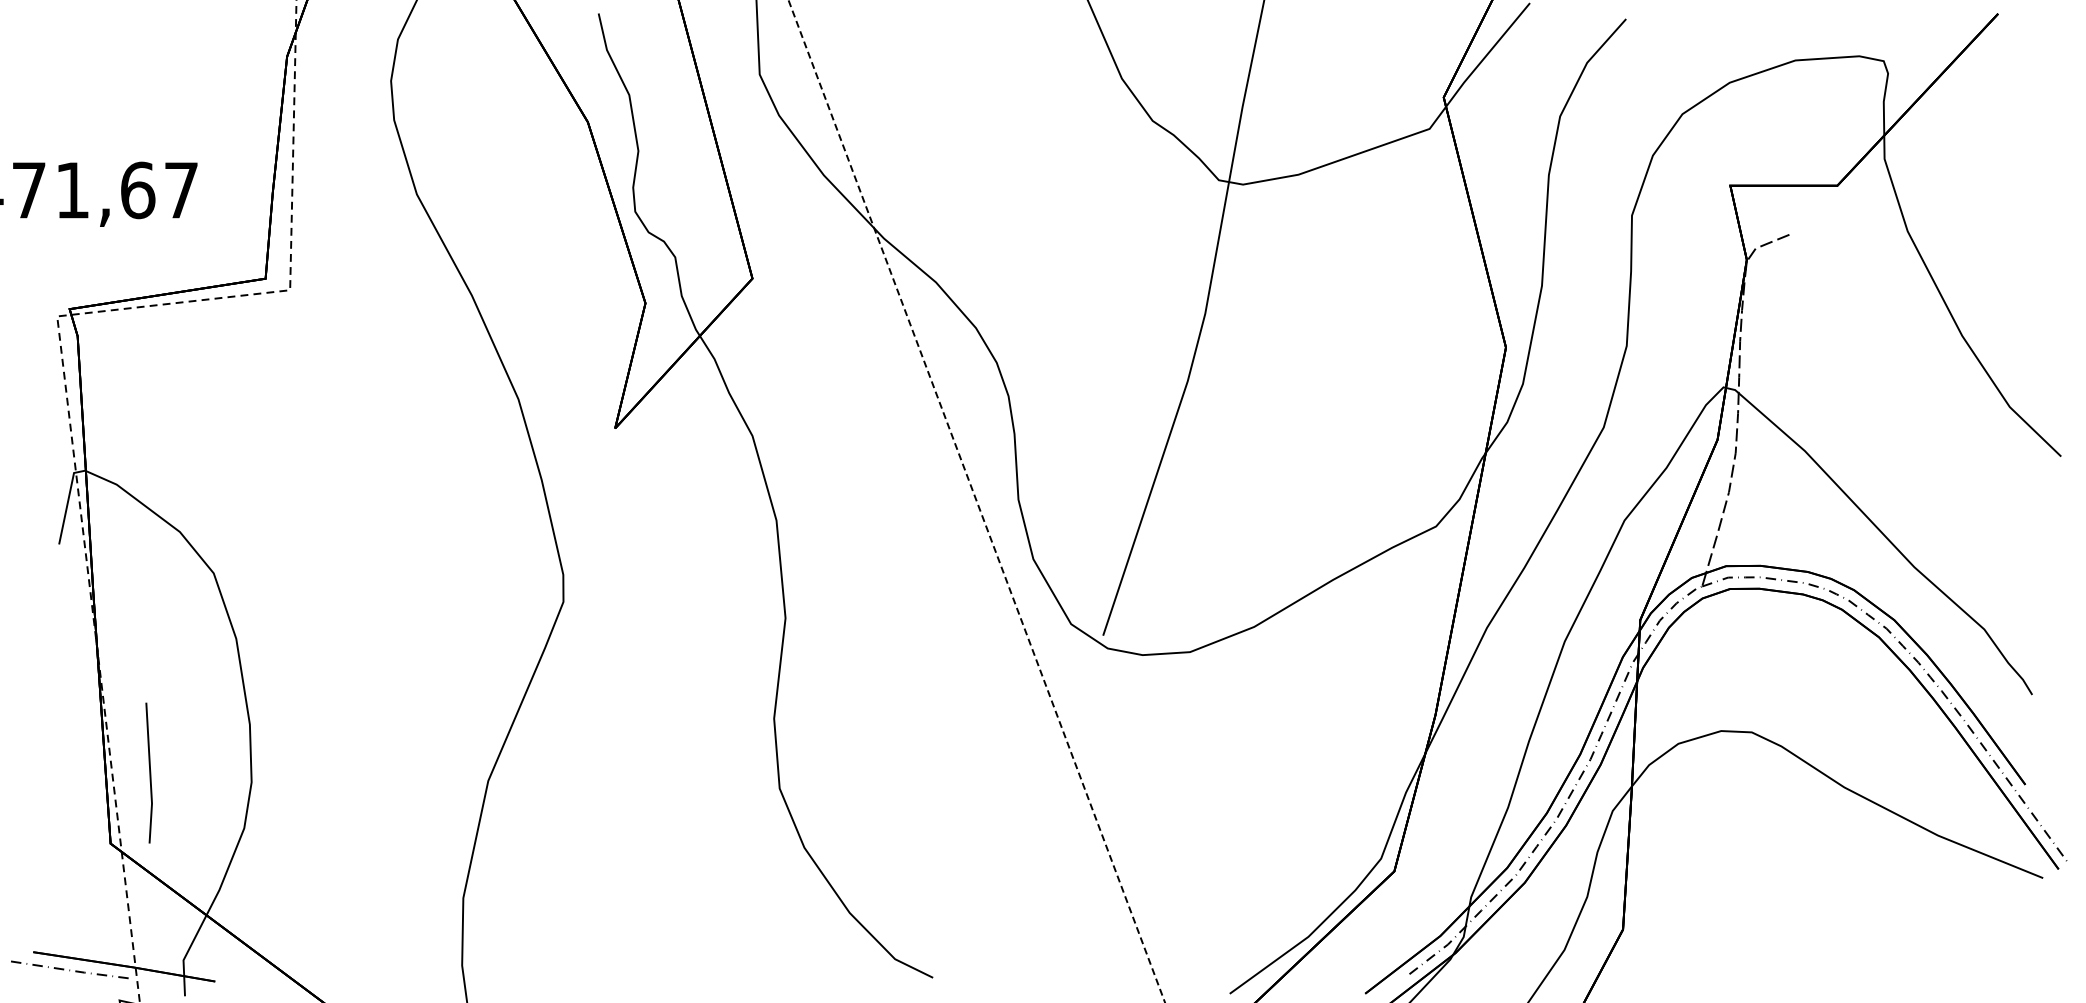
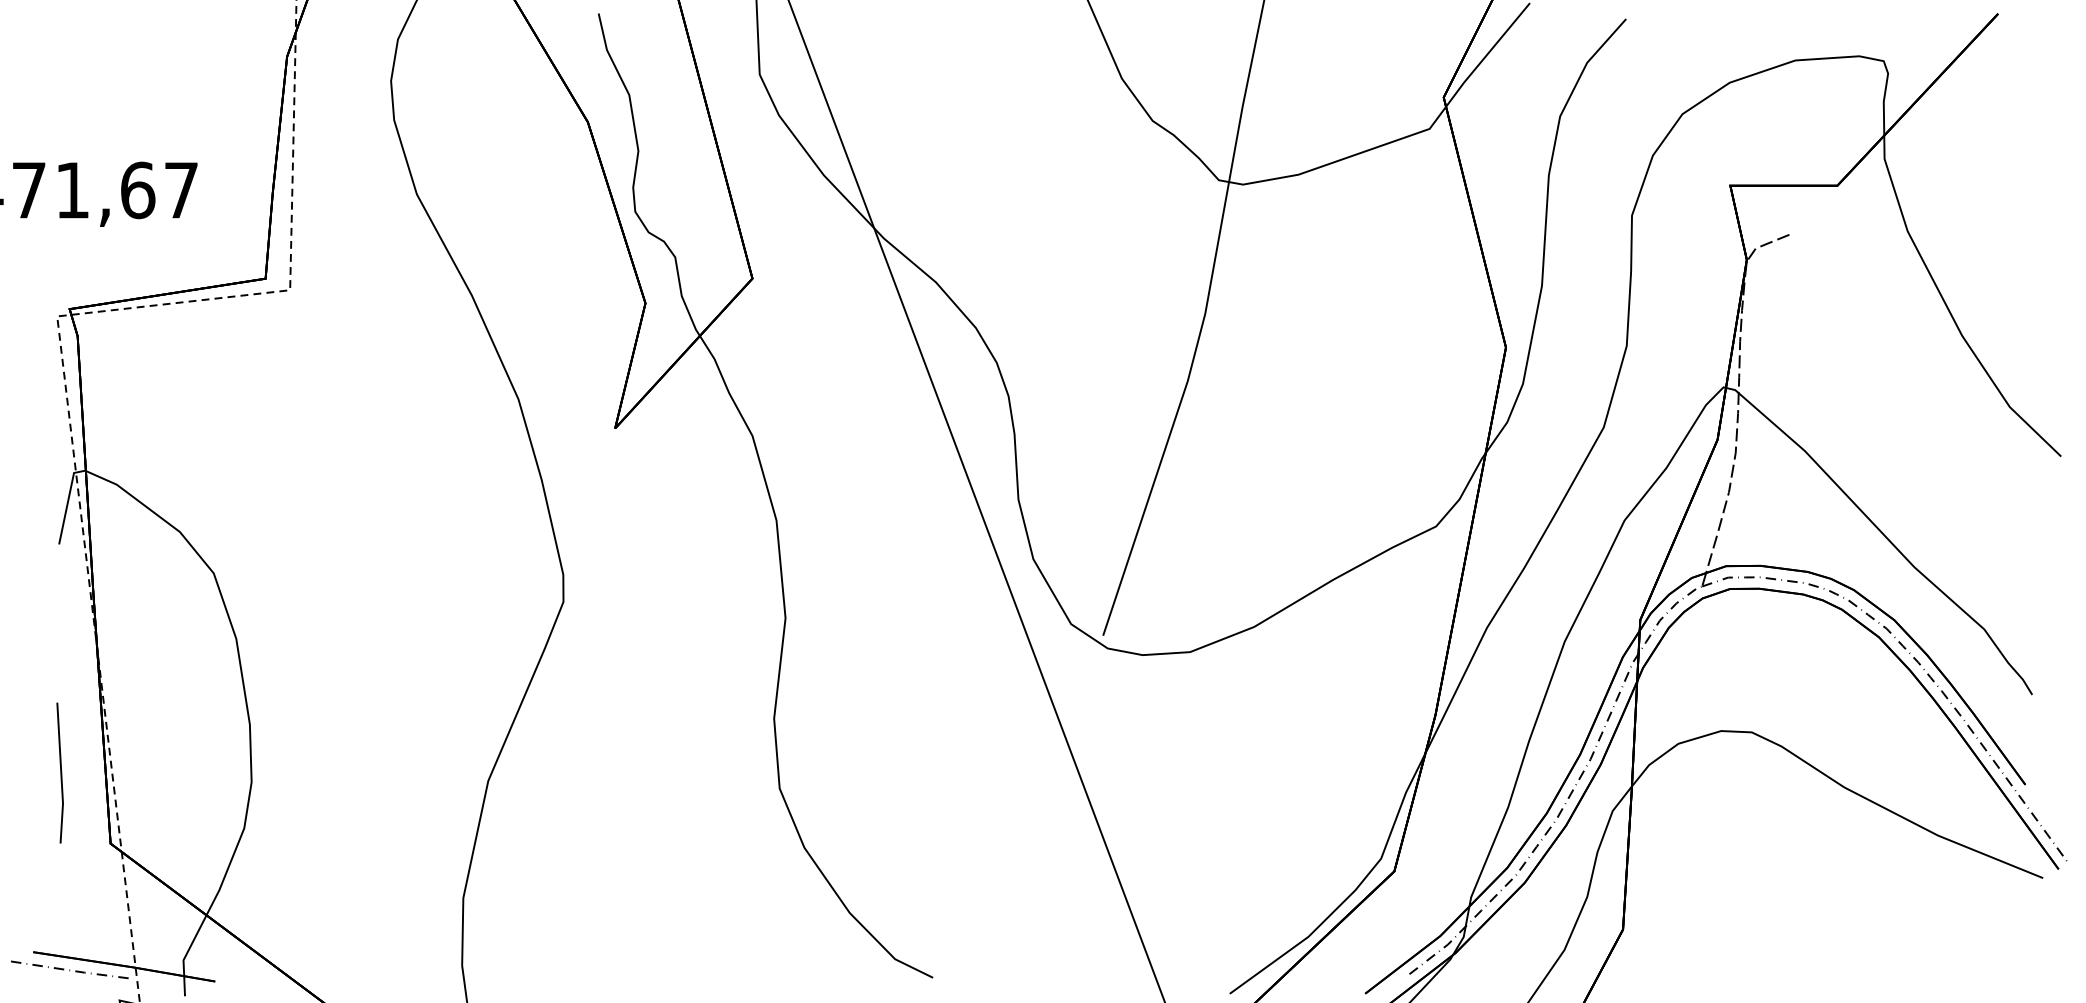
line at (976, 501): dashed -> solid
line at (149, 772) position: (149, 772) -> (60, 772)
